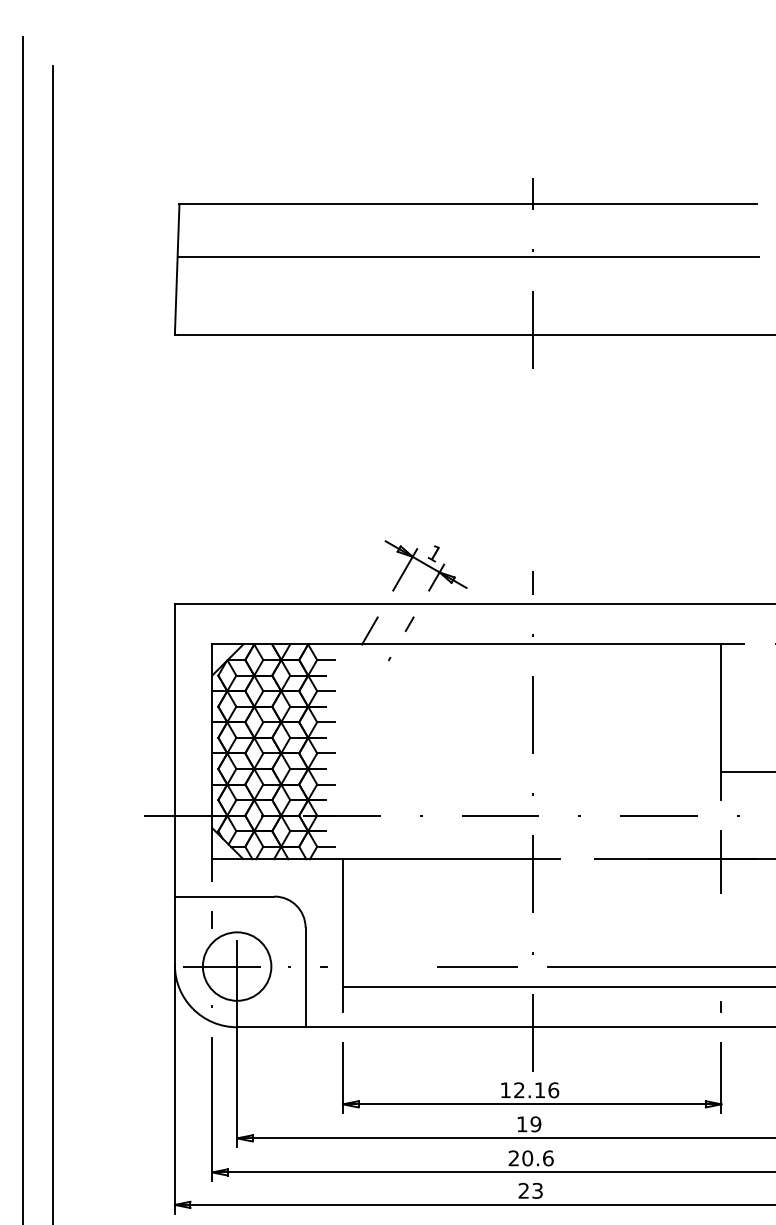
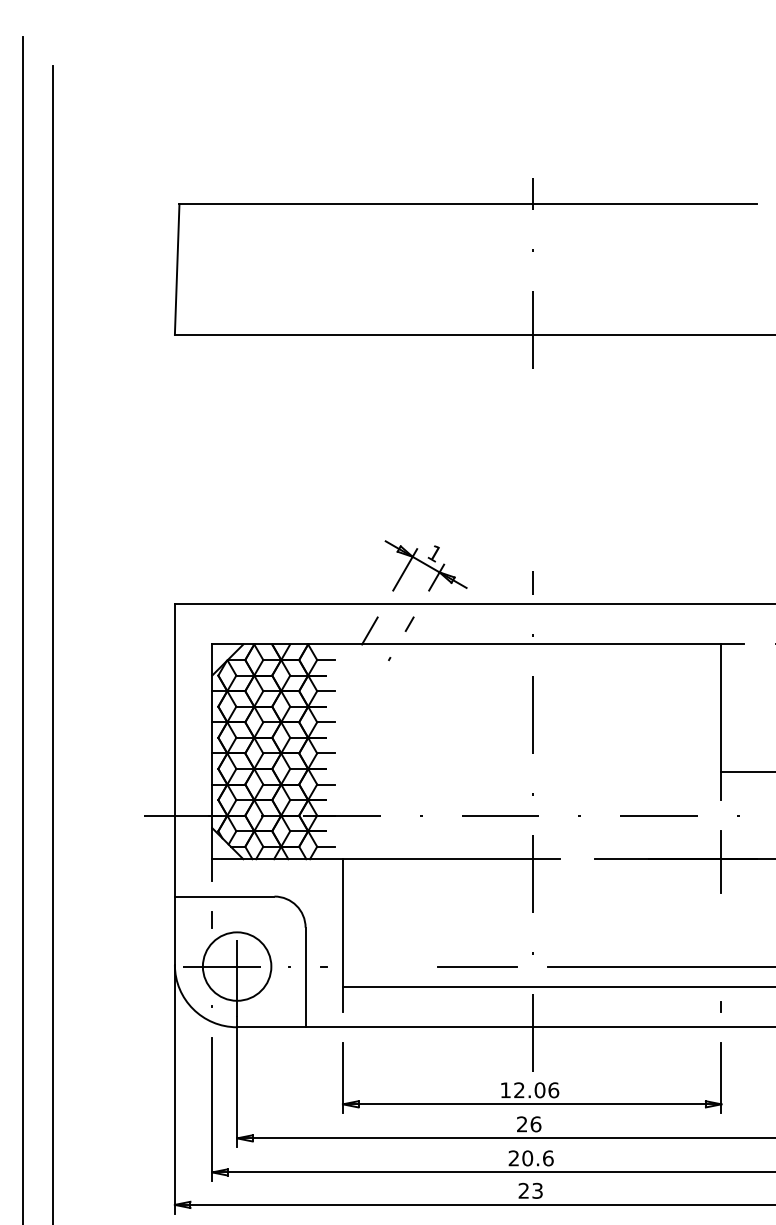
line at (467, 256): present -> none
text at (539, 1090): 12.16 -> 12.06
text at (529, 1124): 19 -> 26
